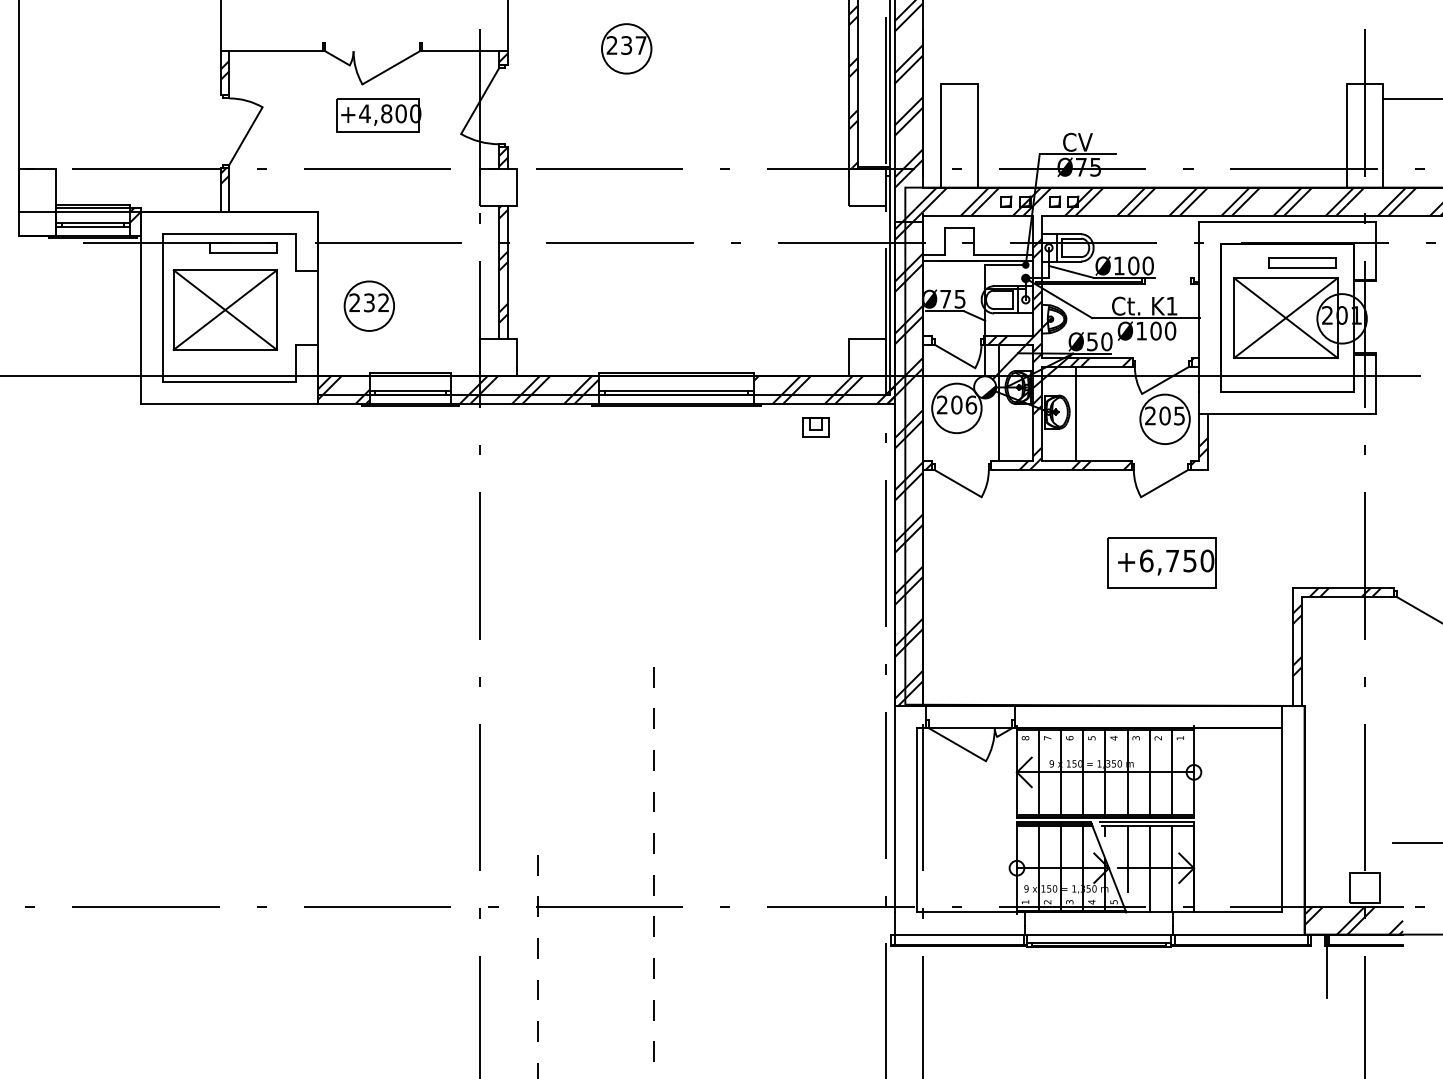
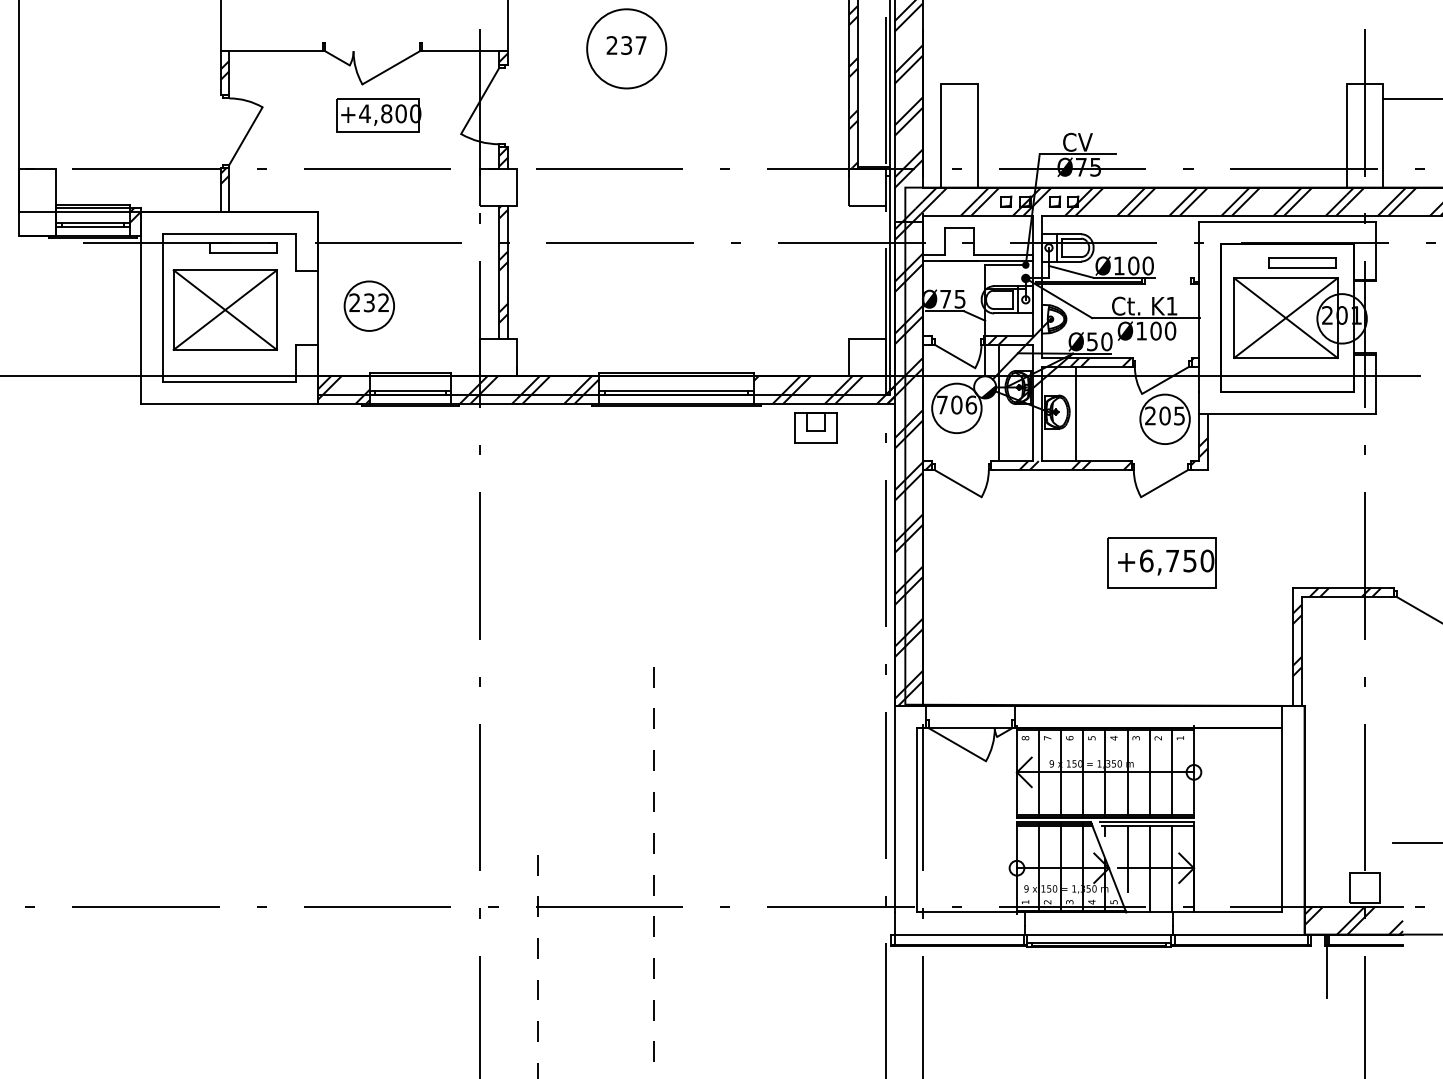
circle at (626, 48) diameter: 49 px -> 79 px
hatch at (1037, 349): present -> none
text at (941, 404): 206 -> 706
part at (815, 427) size: 28x21 px -> 44x32 px
